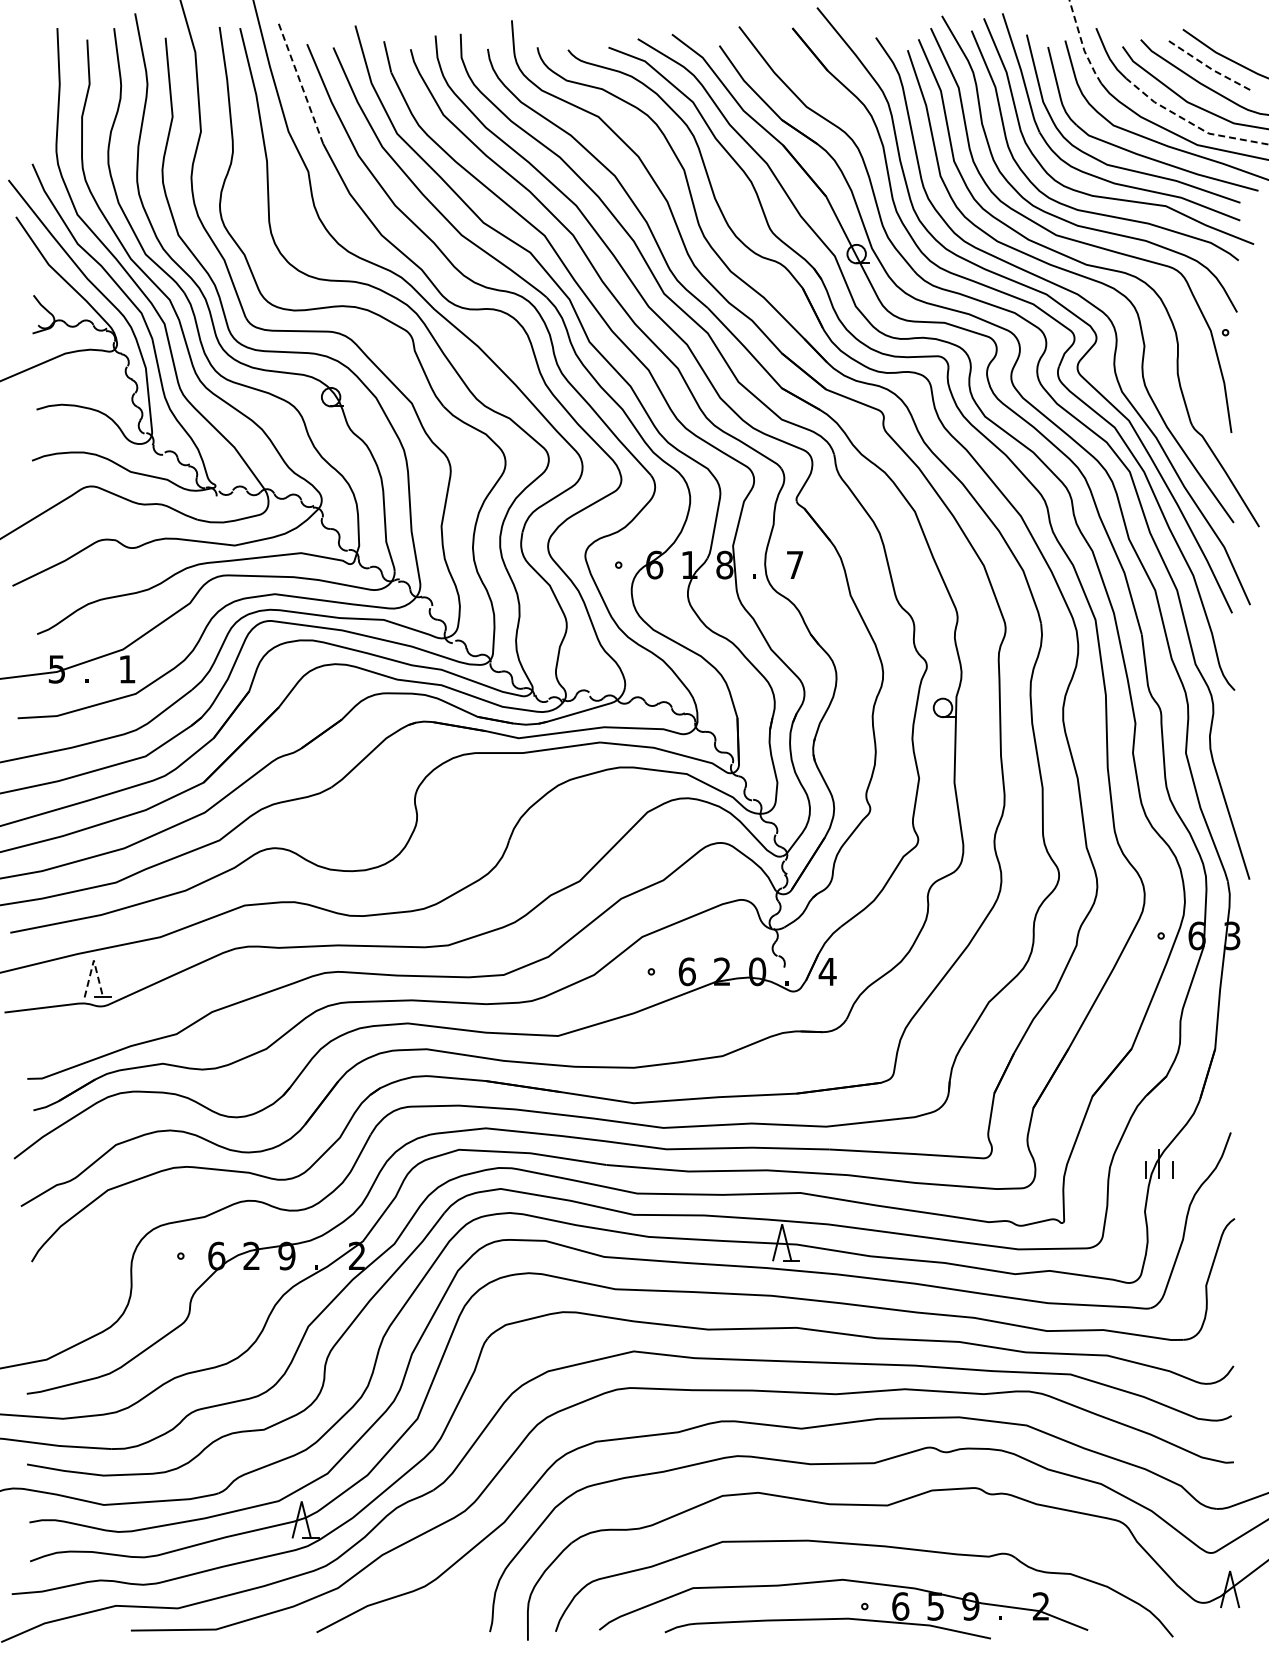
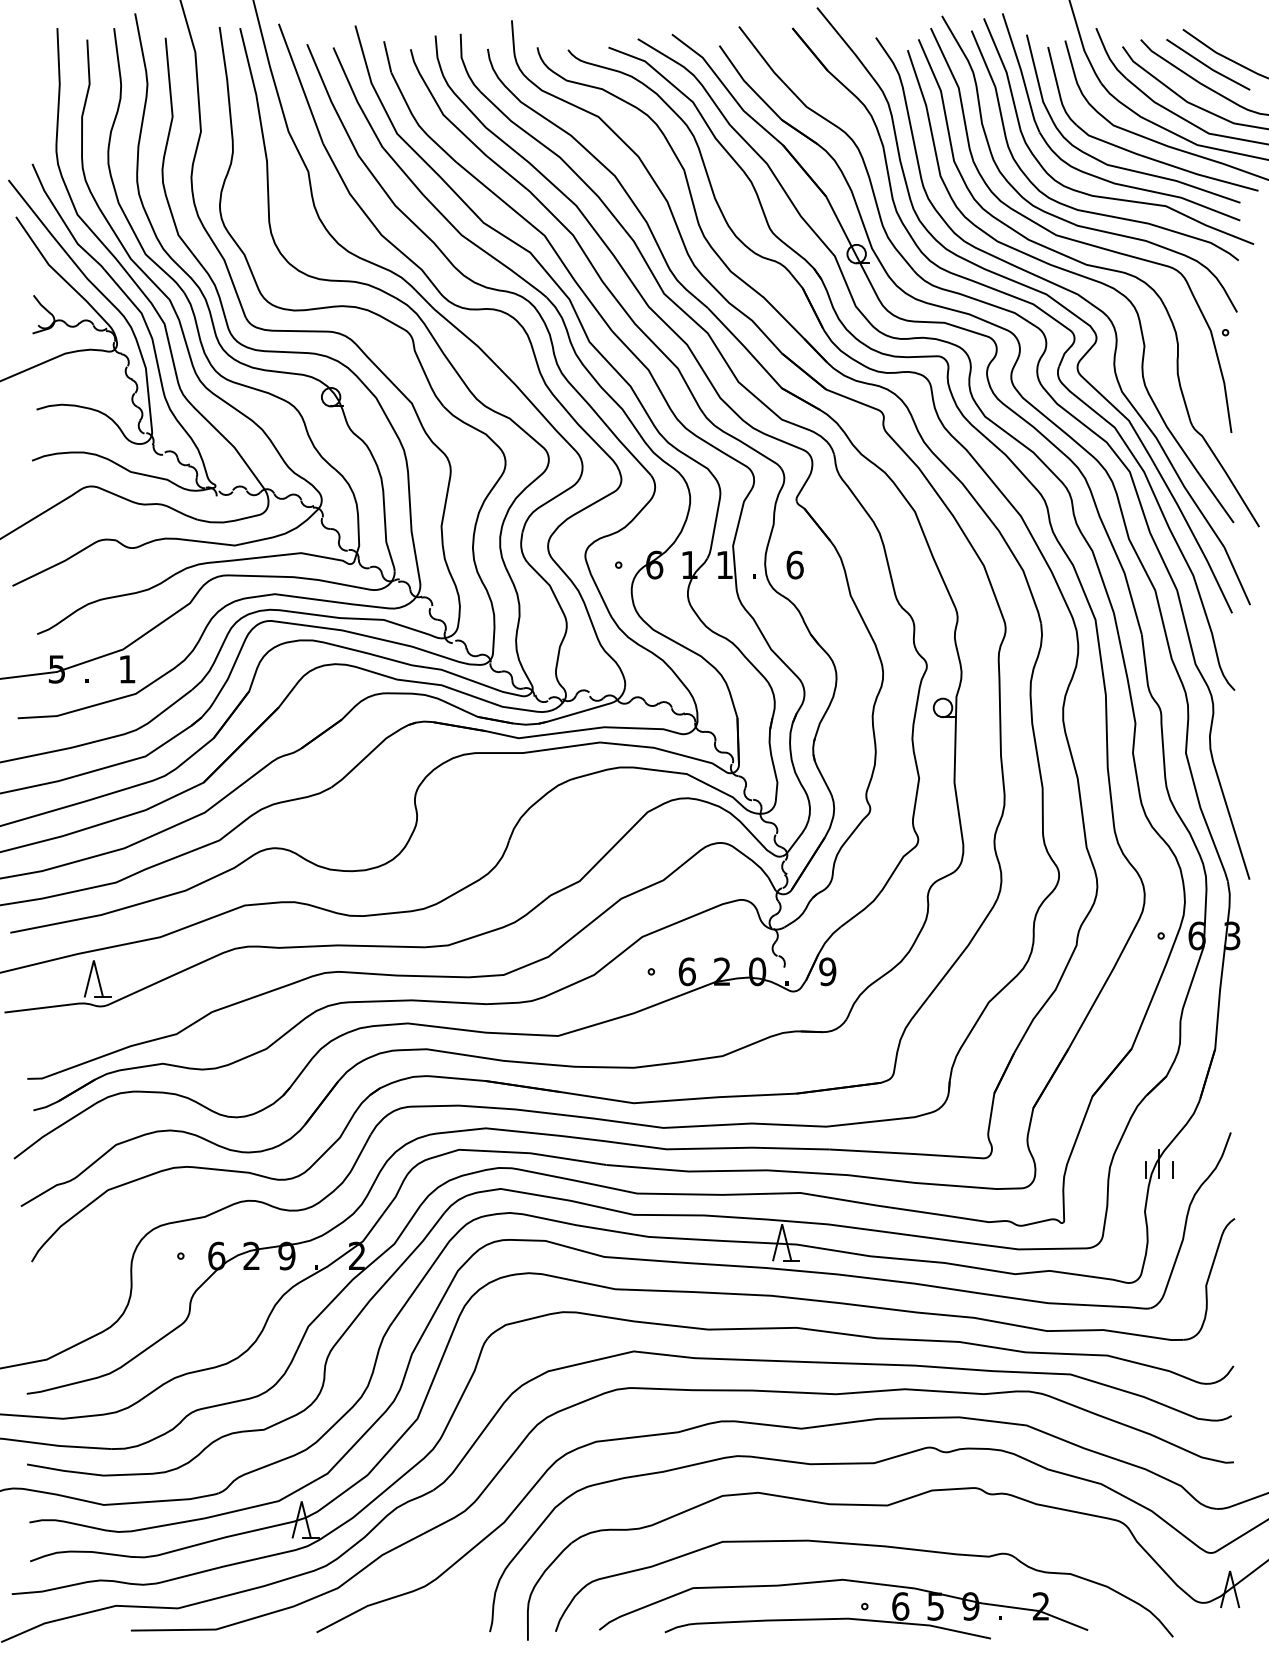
line at (1082, 44): dashed -> solid
line at (1208, 66): dashed -> solid
line at (300, 83): dashed -> solid
line at (1191, 123): dashed -> solid
text at (724, 564): 8 -> 1
text at (794, 564): 7 -> 6
line at (93, 960): dashed -> solid
text at (827, 971): 4 -> 9
